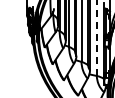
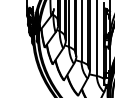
line at (96, 38): dashed -> solid
